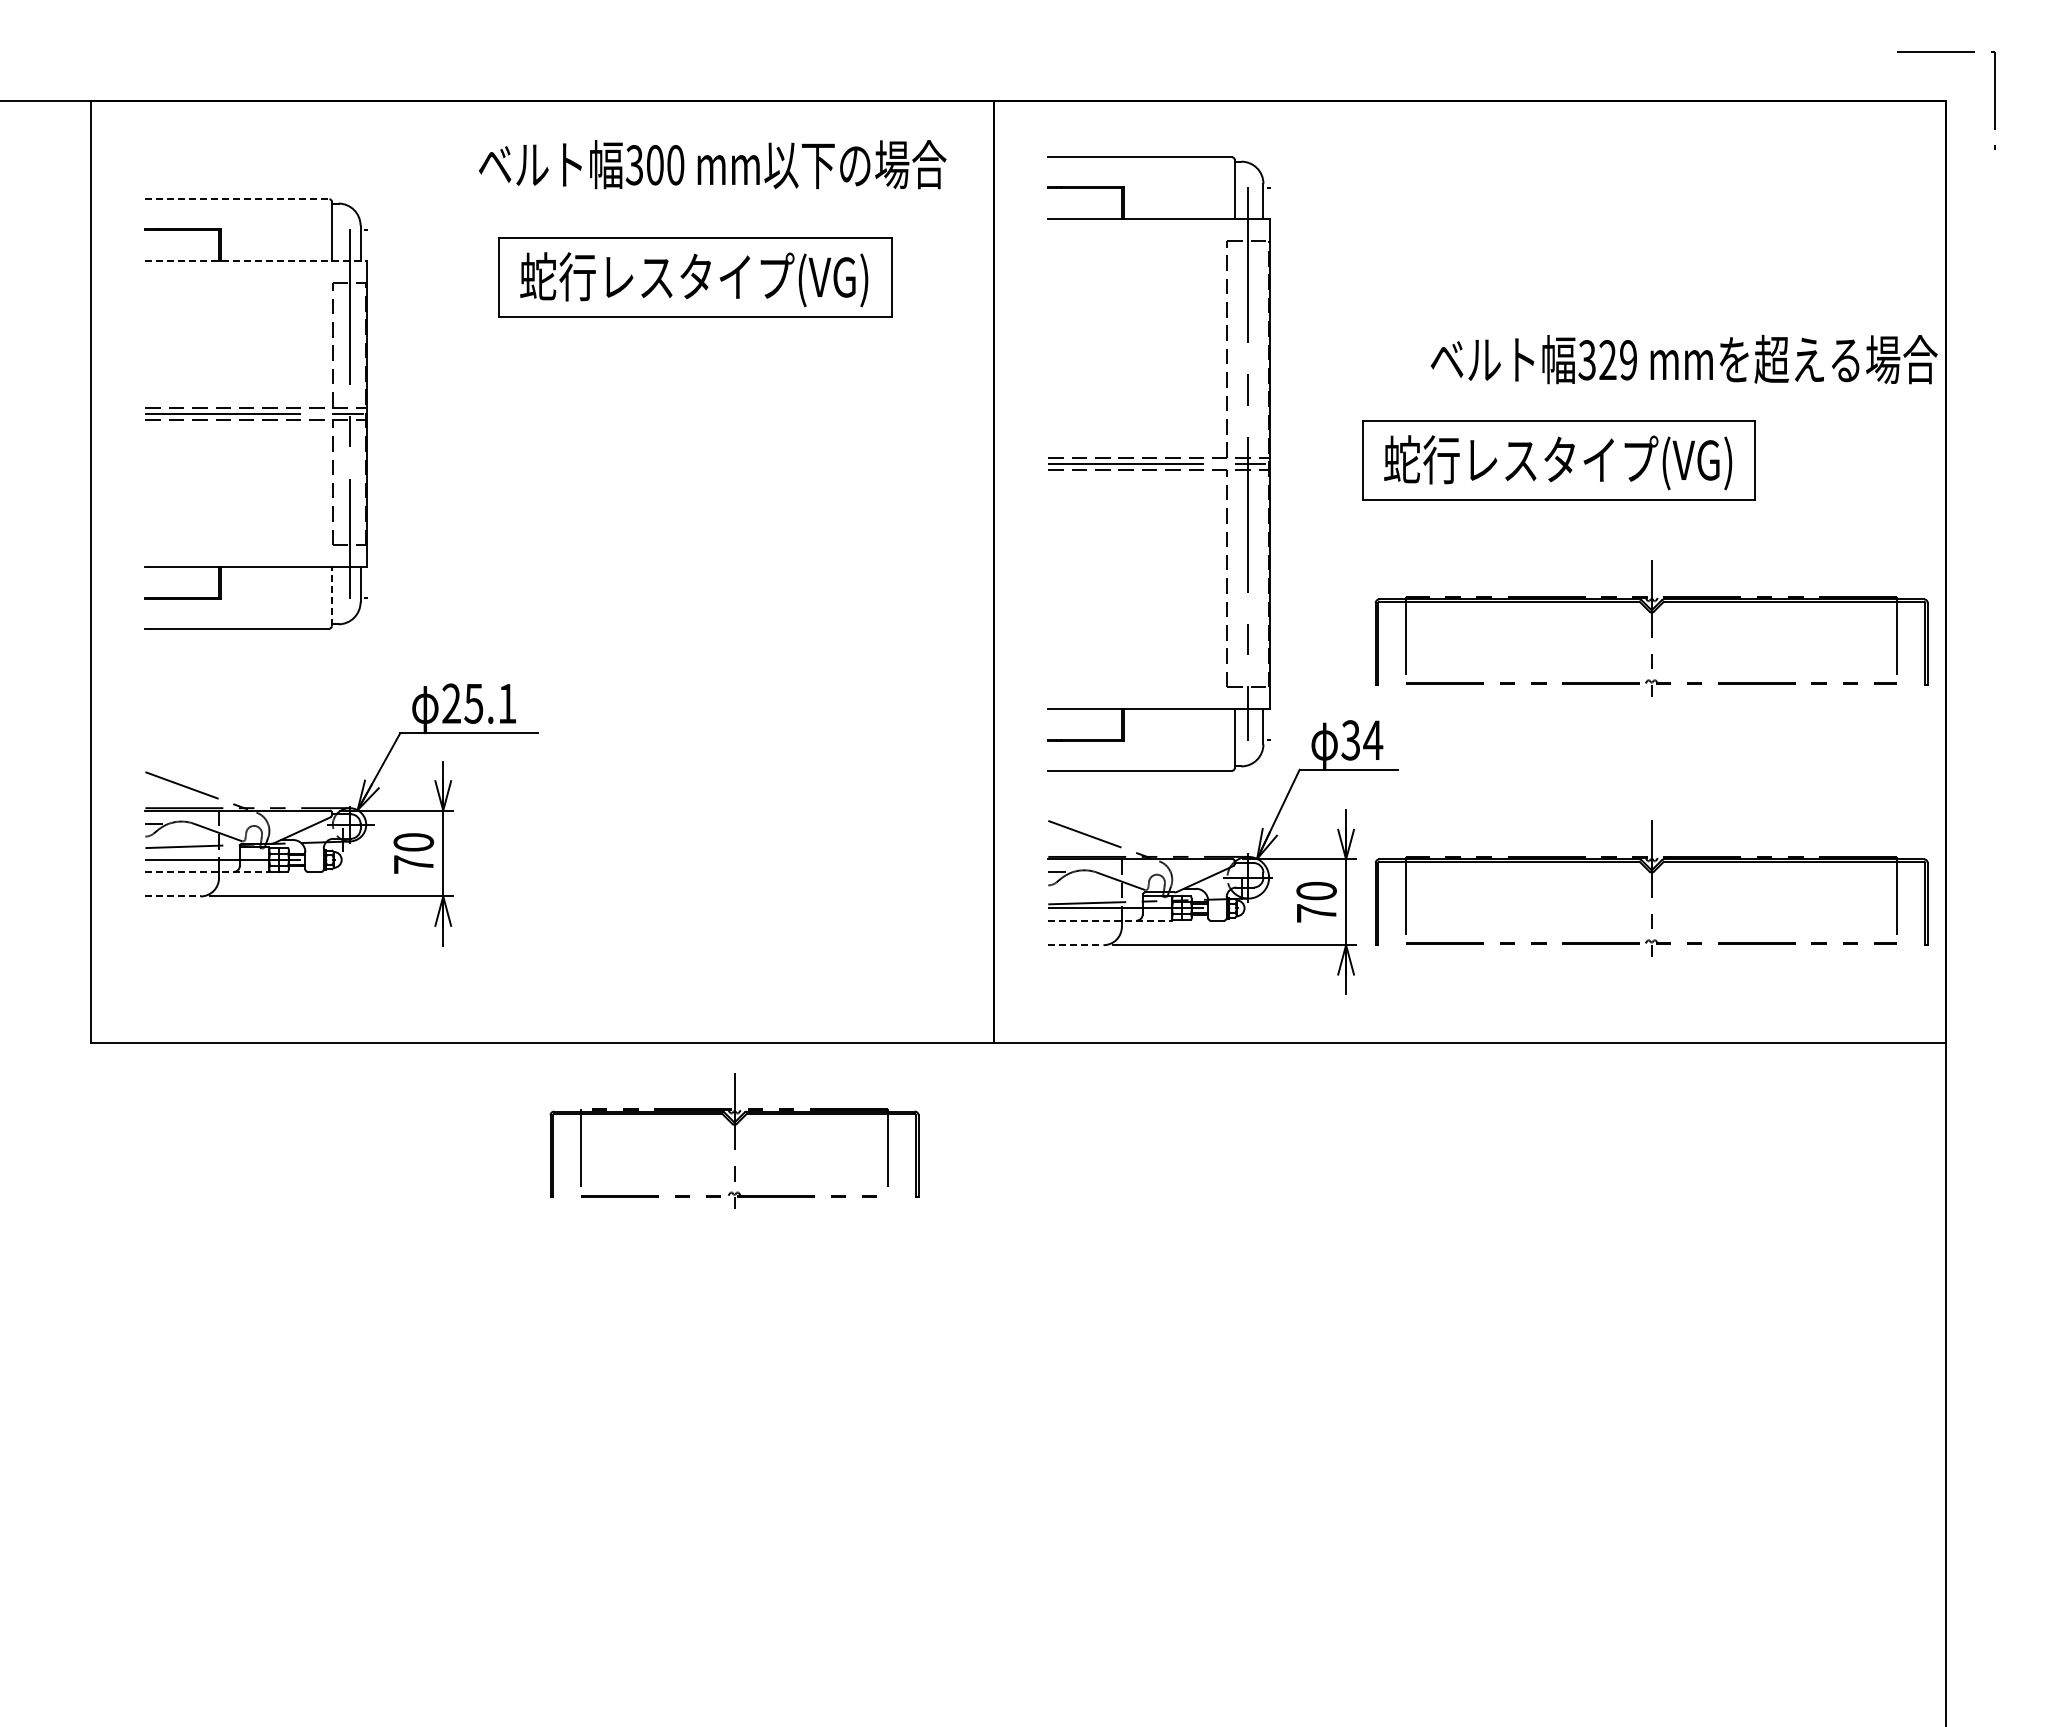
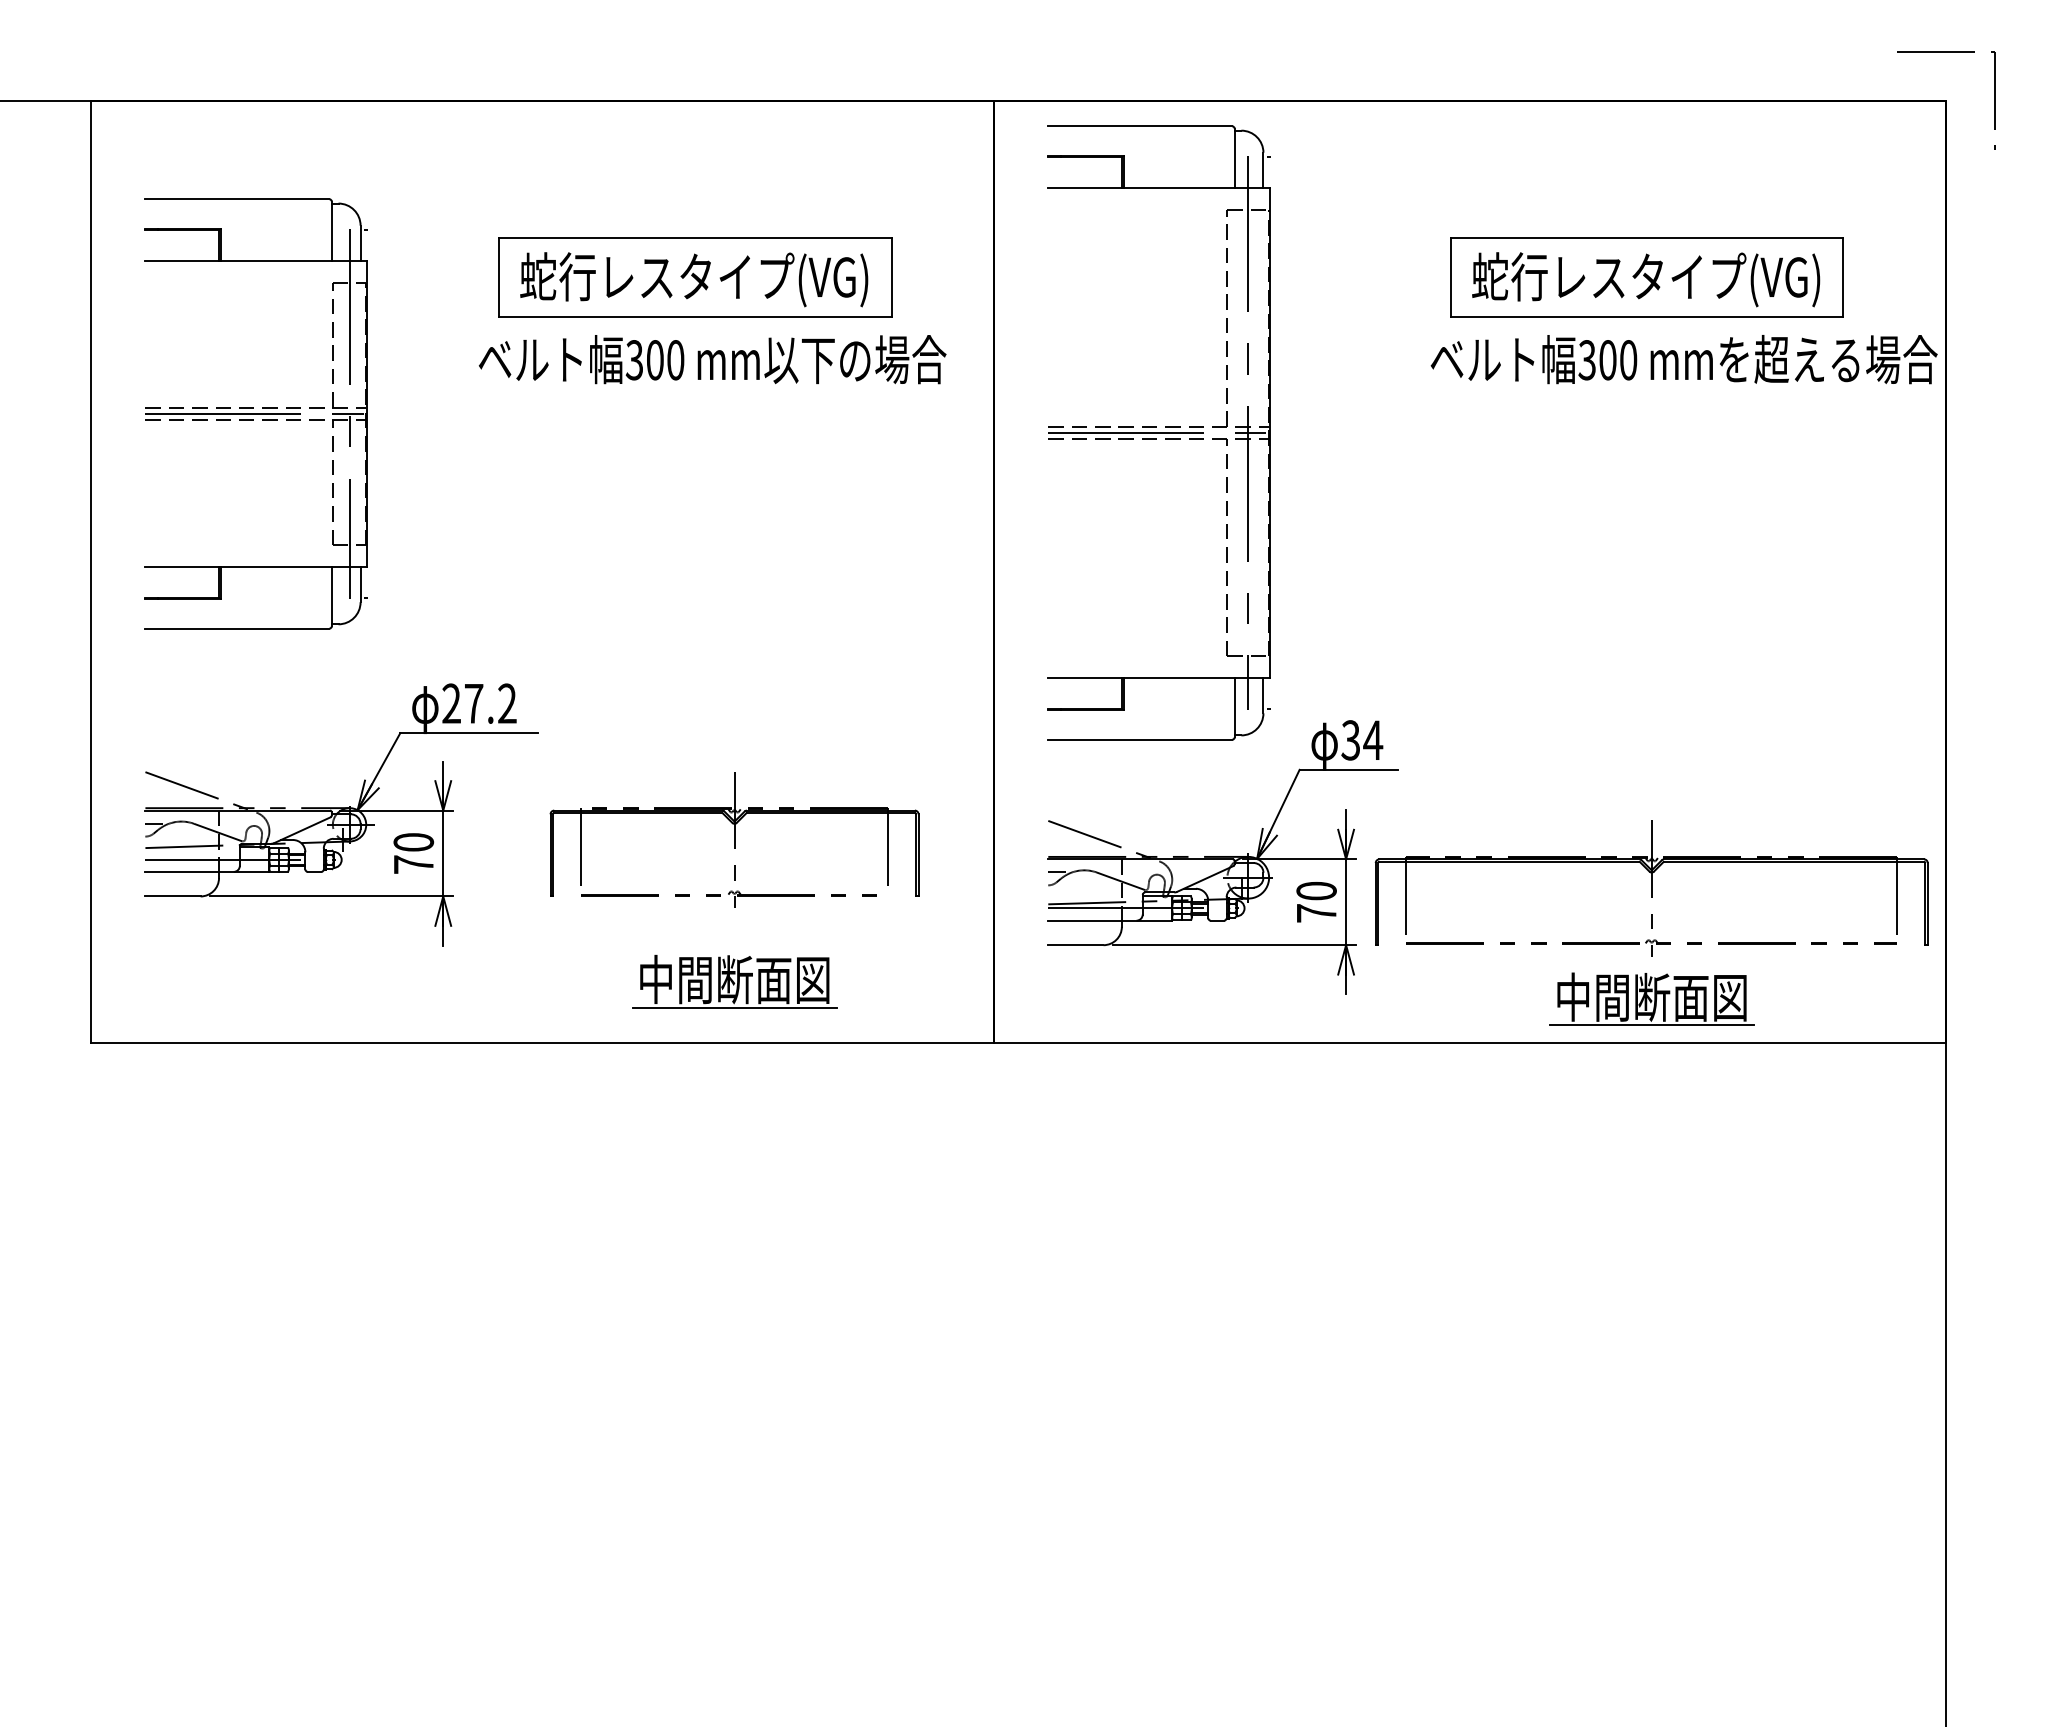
text at (712, 164) position: (712, 164) -> (712, 359)
line at (237, 199): dashed -> solid
line at (256, 260): dashed -> solid
text at (1618, 360): 329 -> 300
part at (1558, 460) position: (1558, 460) -> (1646, 277)
part at (1158, 463) position: (1158, 463) -> (1158, 432)
line at (331, 596): dashed -> solid
part at (1651, 628): present -> none
text at (490, 703): 25.1 -> 27.2
line at (207, 871): dashed -> solid
line at (173, 896): dashed -> solid
line at (1110, 920): dashed -> solid
line at (1075, 945): dashed -> solid
part at (734, 981): none -> present
part at (1651, 998): none -> present
part at (734, 1140) position: (734, 1140) -> (734, 839)
